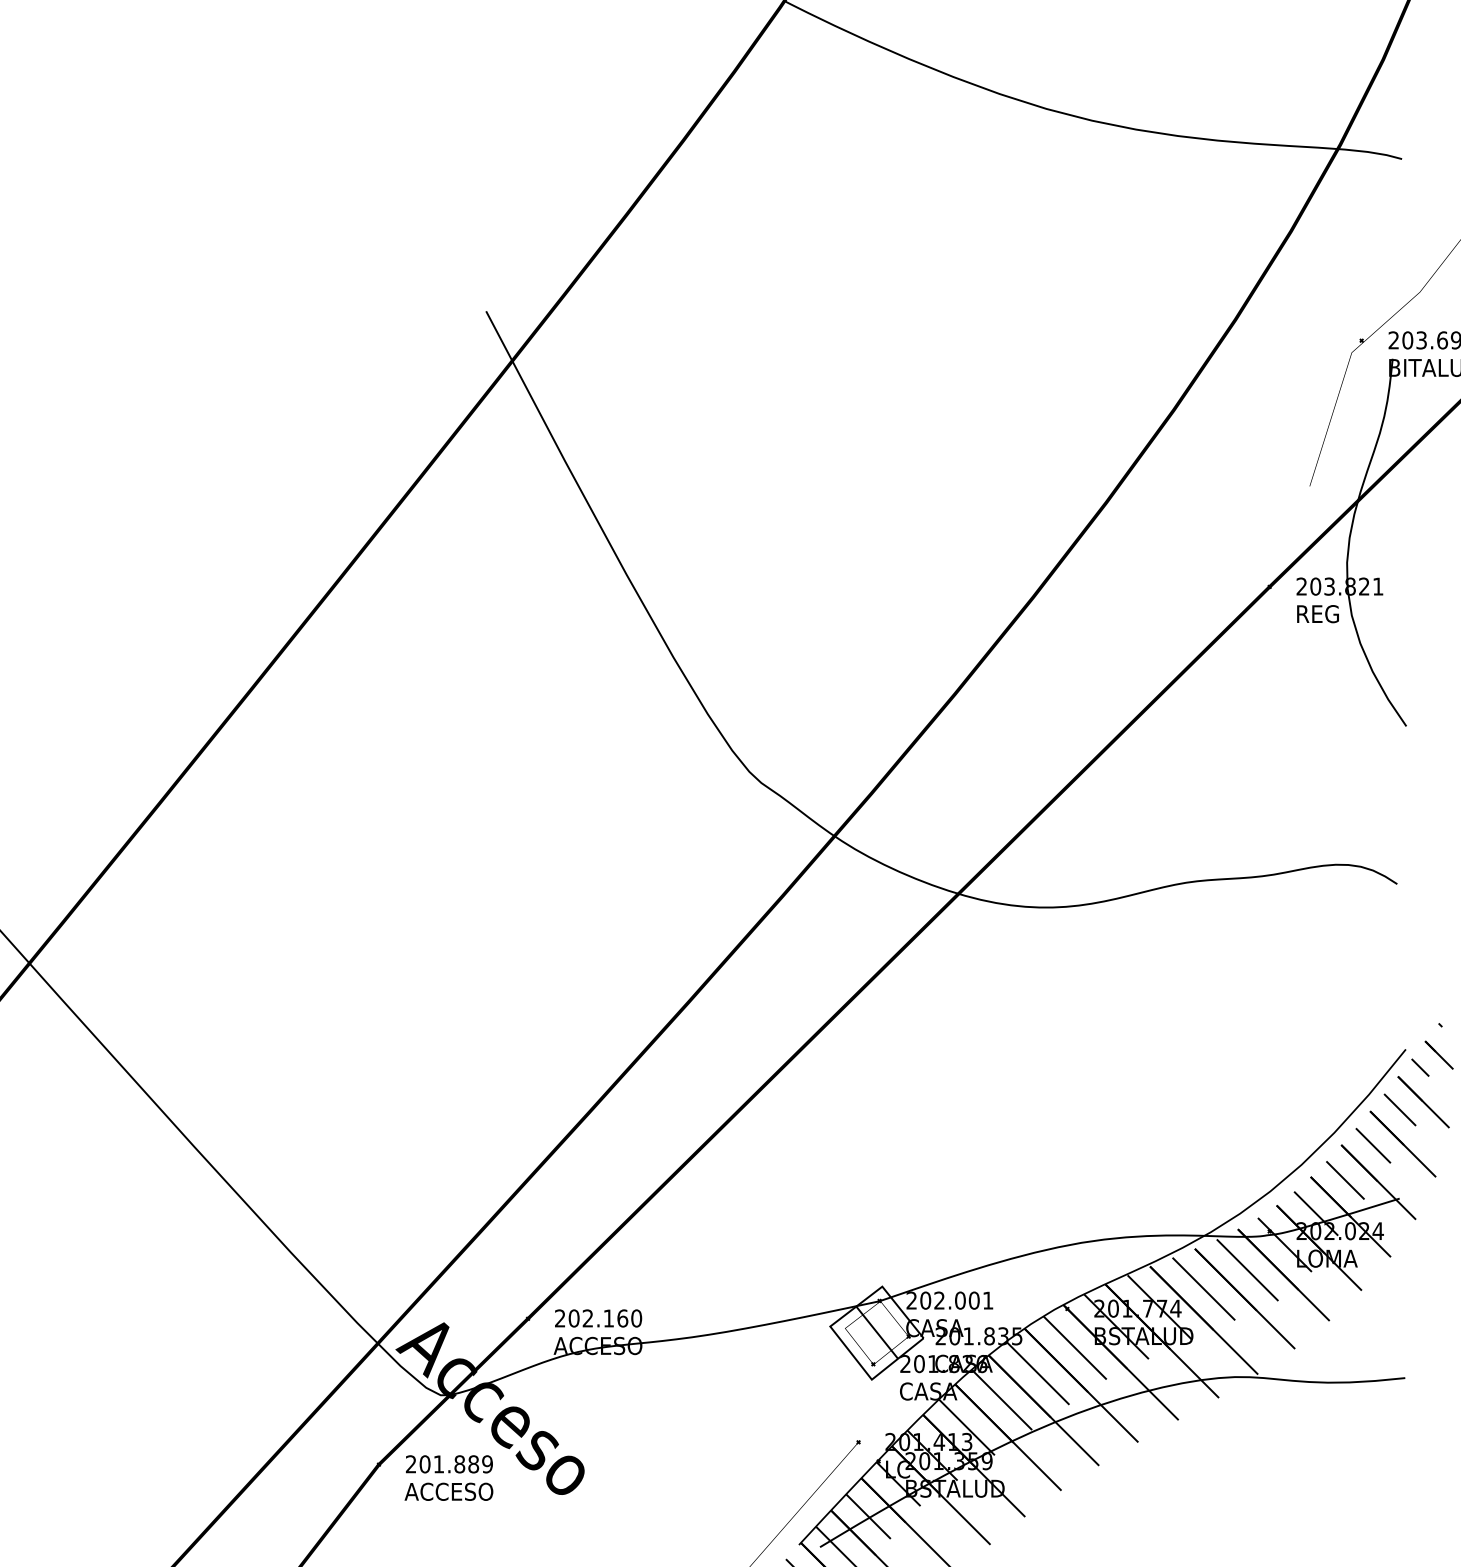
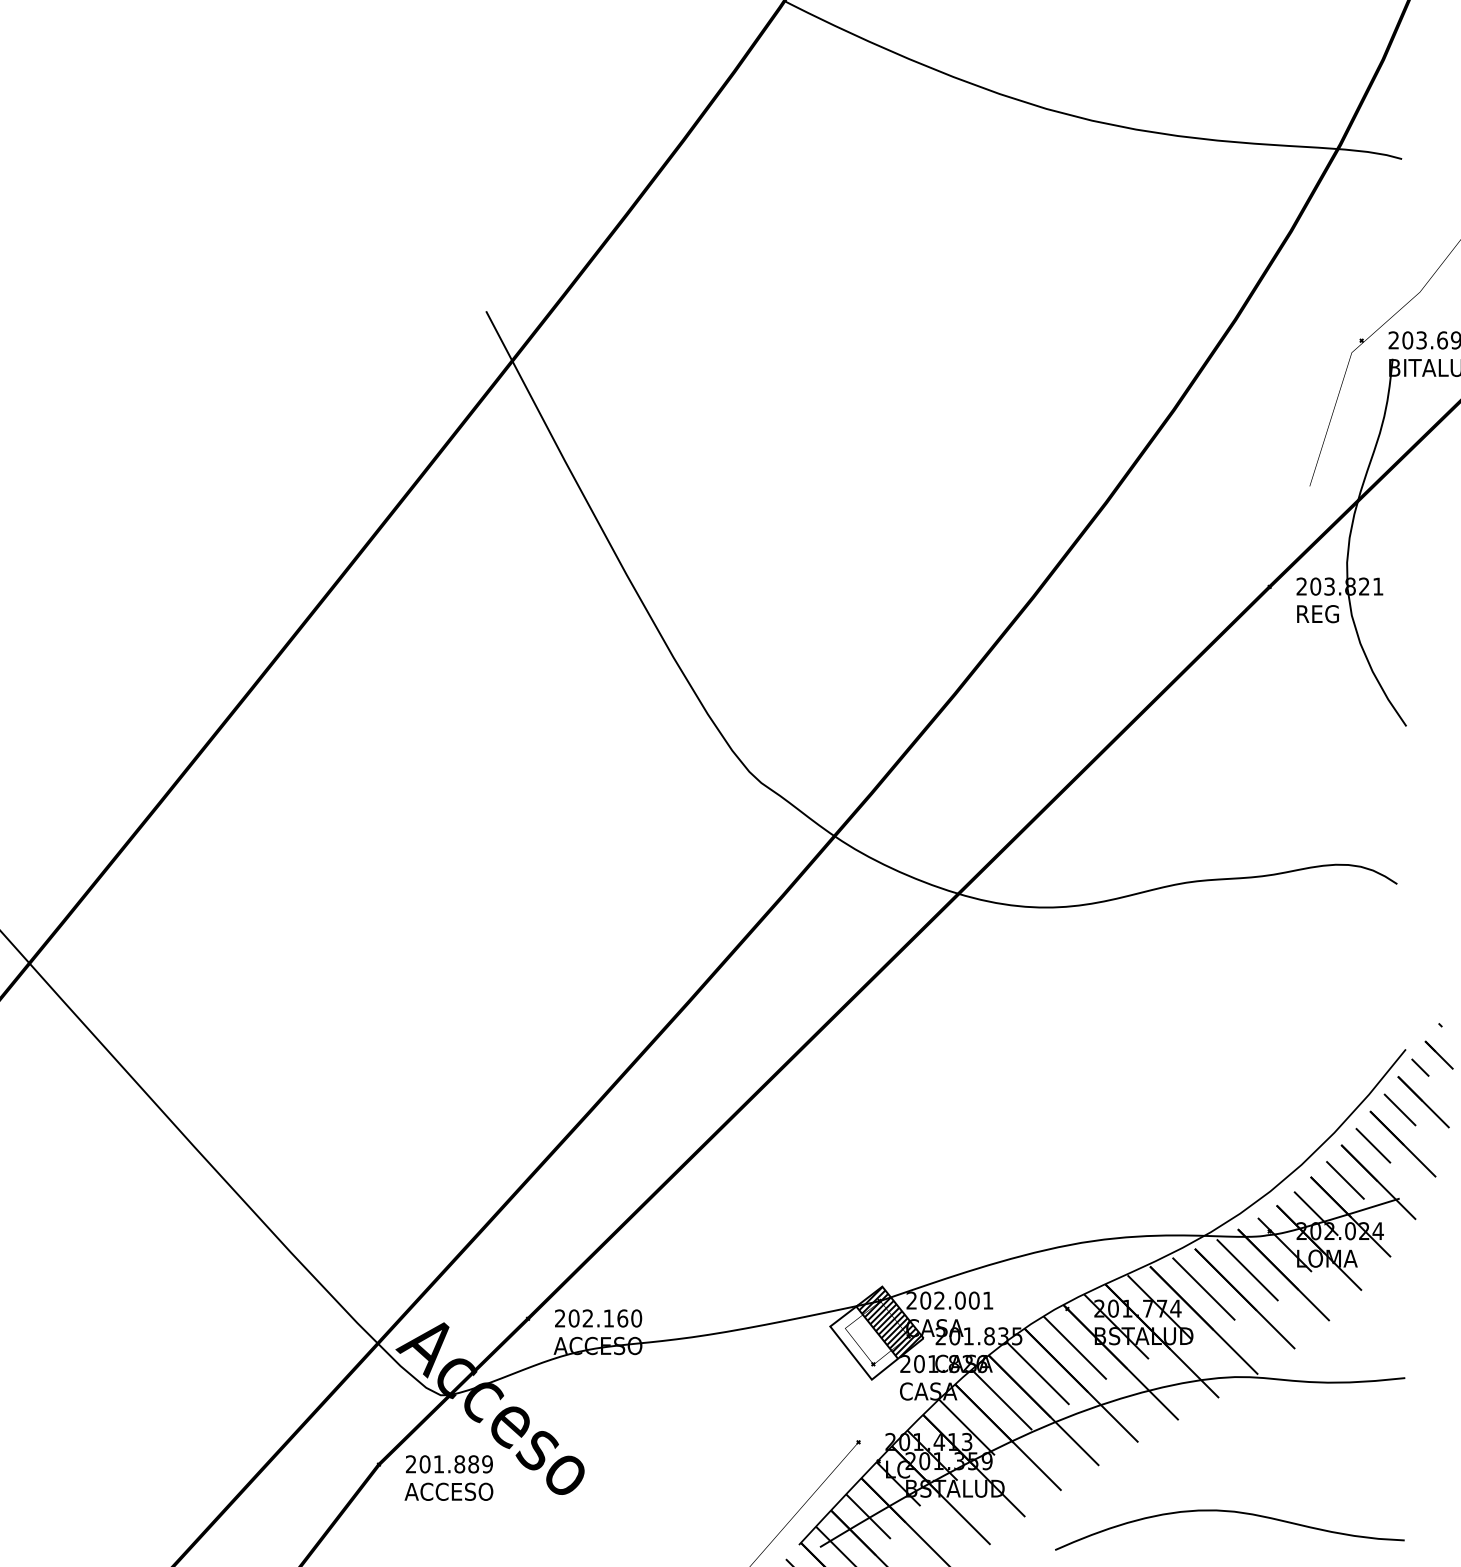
hatch at (888, 1321): none -> present
curve at (1229, 1512): none -> present
